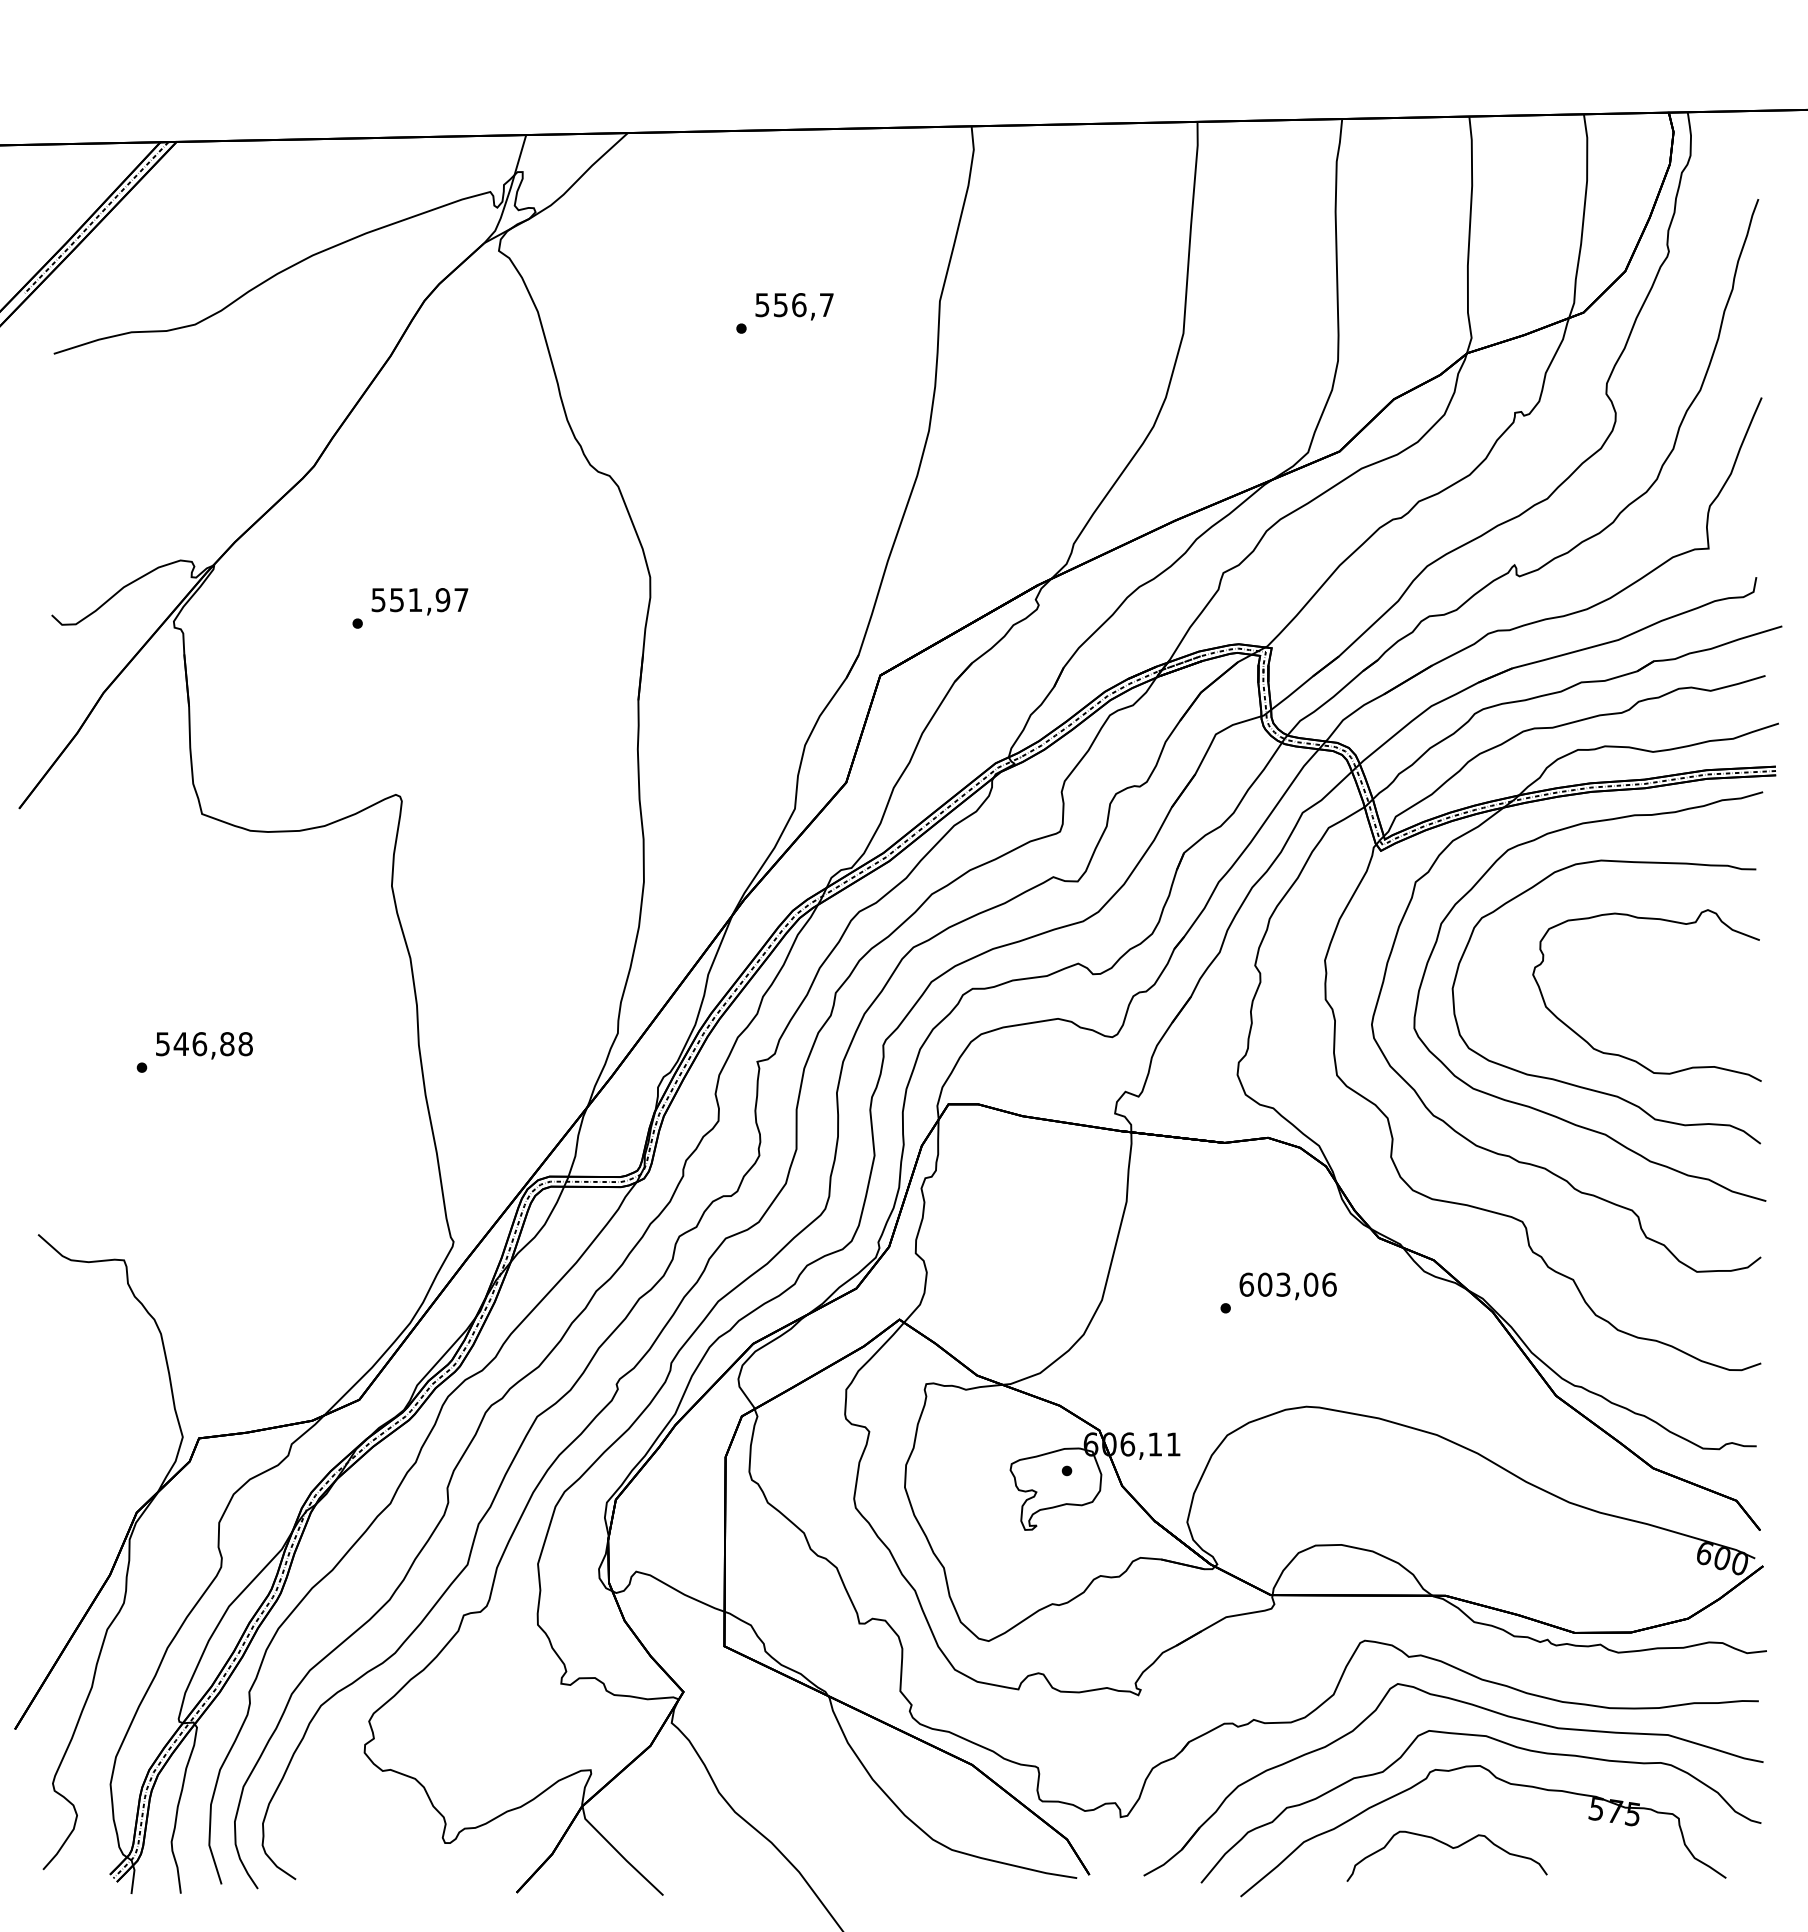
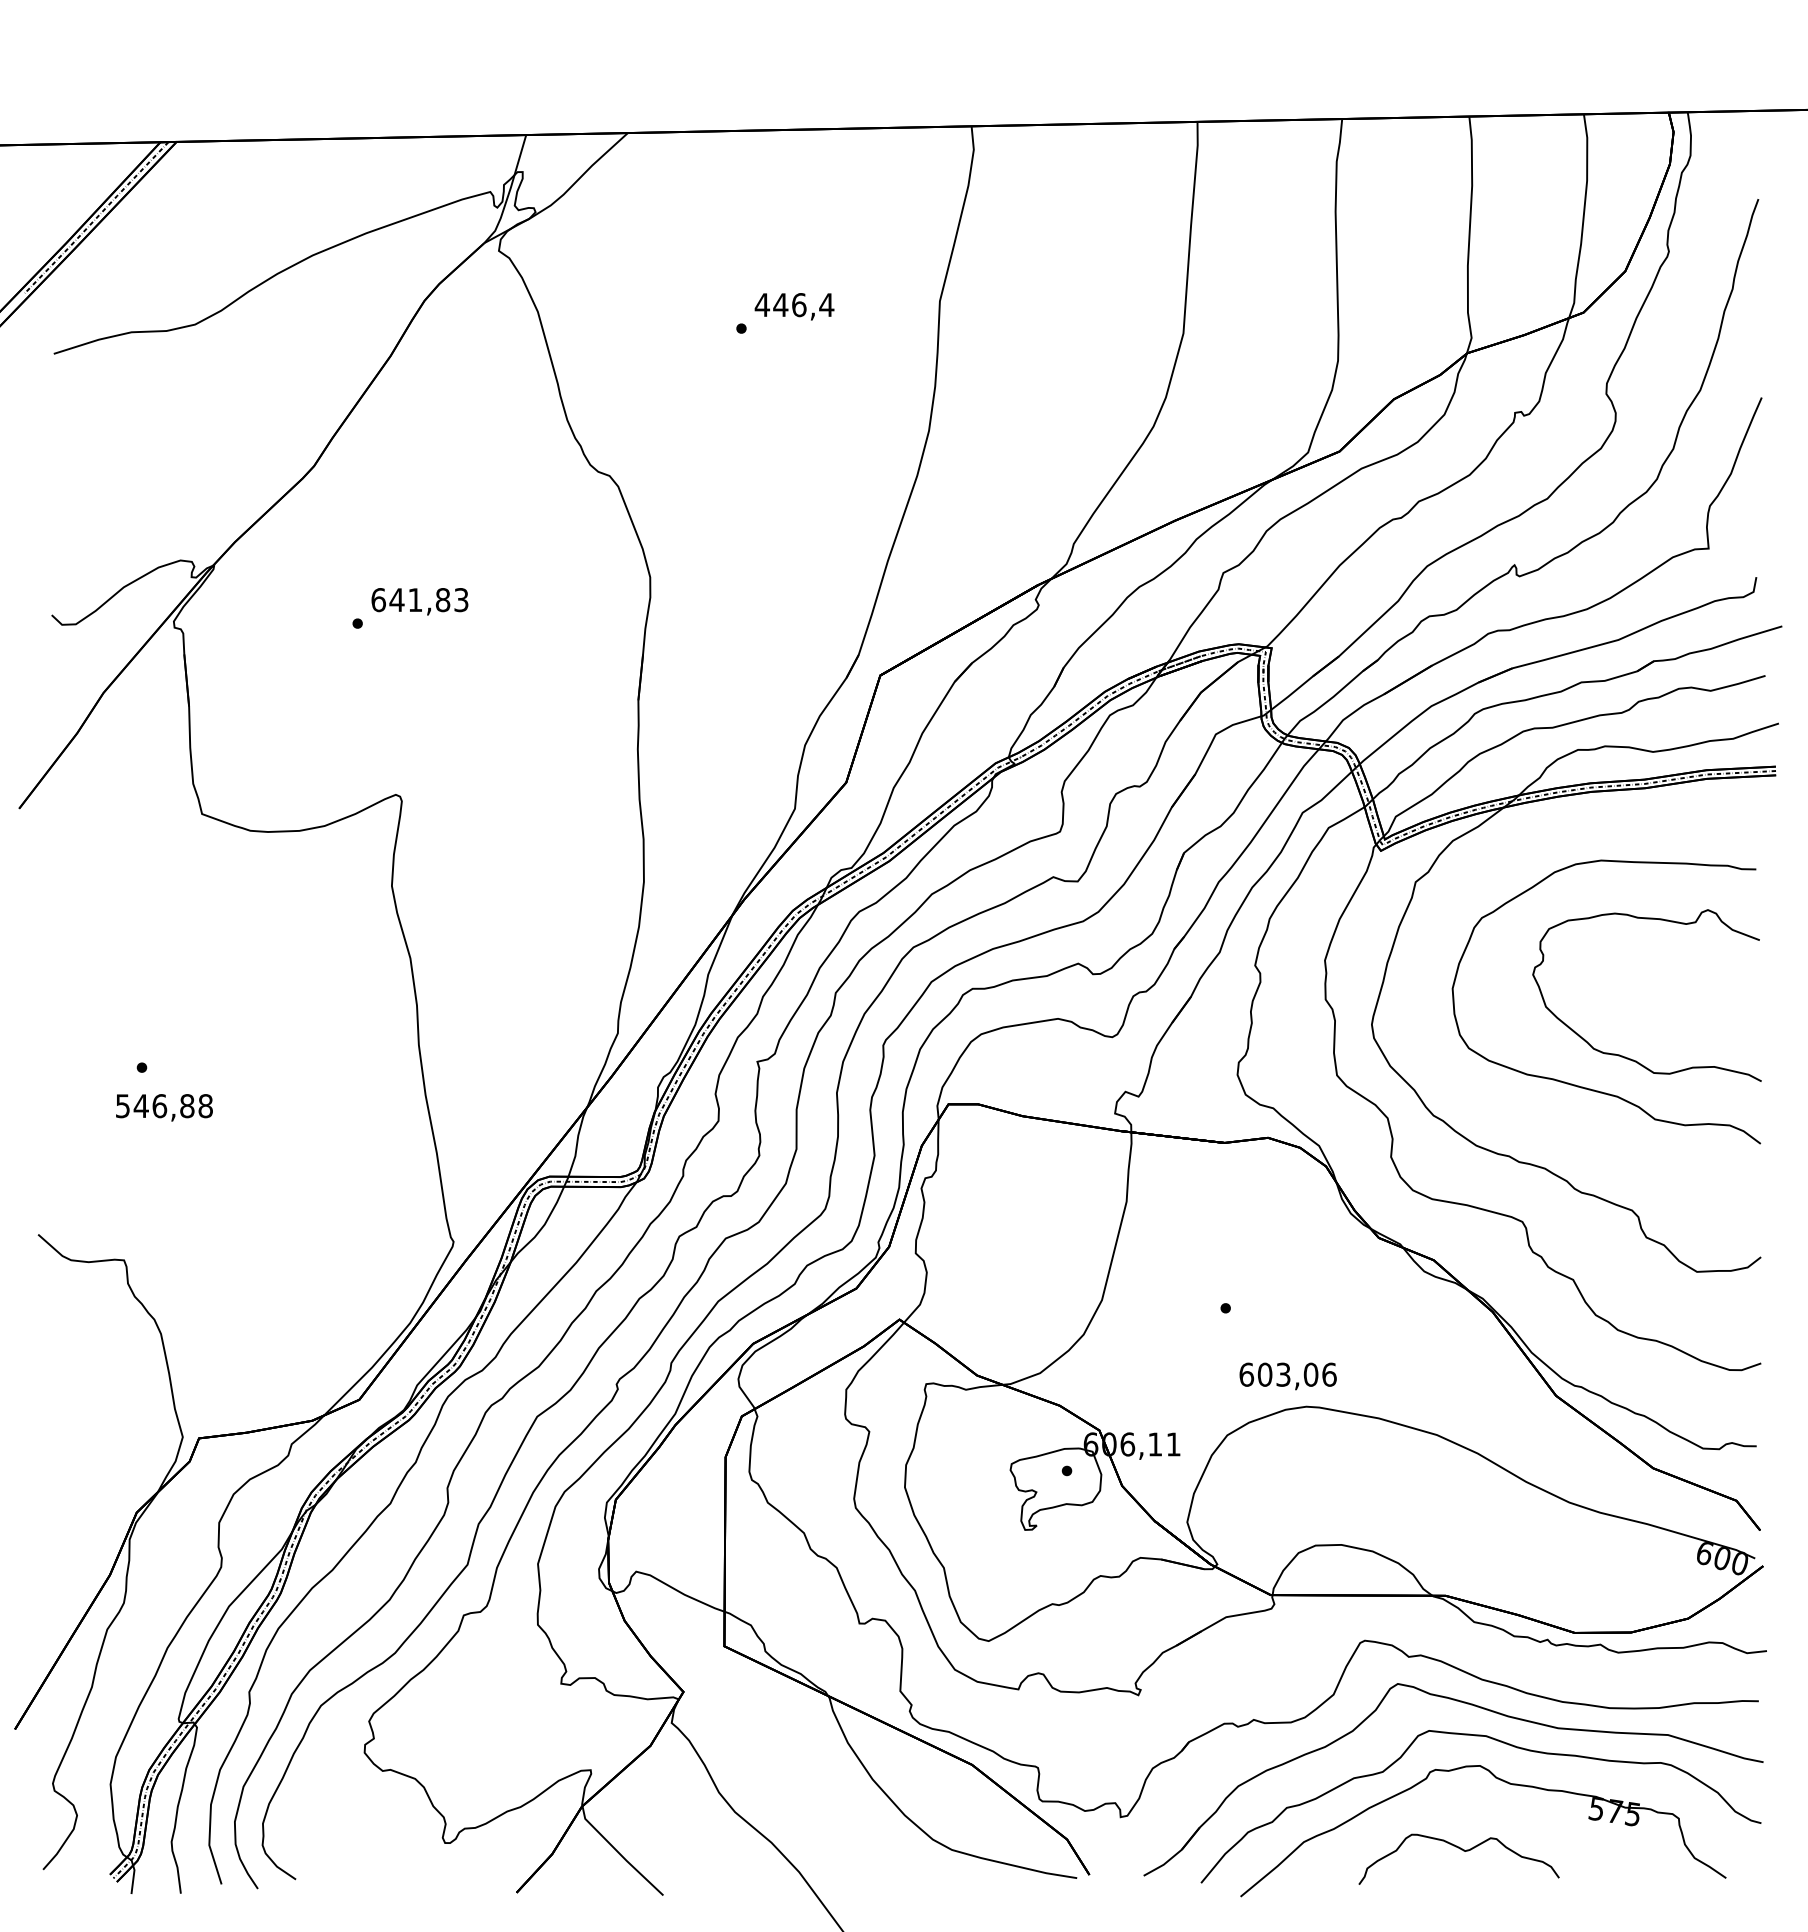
text at (794, 305): 556,7 -> 446,4
text at (419, 600): 551,97 -> 641,83
text at (204, 1045) position: (204, 1045) -> (164, 1107)
curve at (1542, 1110): present -> none
text at (1287, 1286) position: (1287, 1286) -> (1287, 1376)
curve at (1449, 1847) position: (1449, 1847) -> (1461, 1850)
